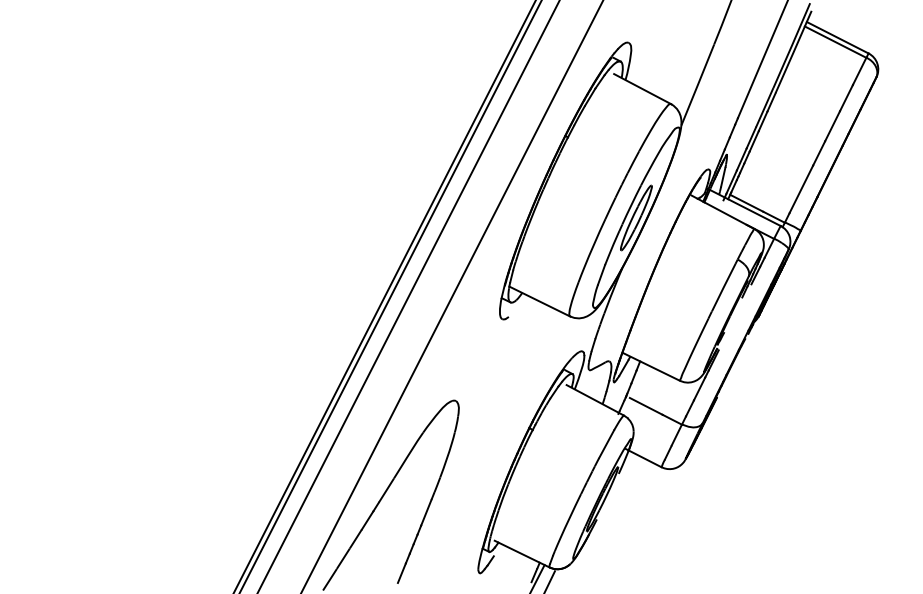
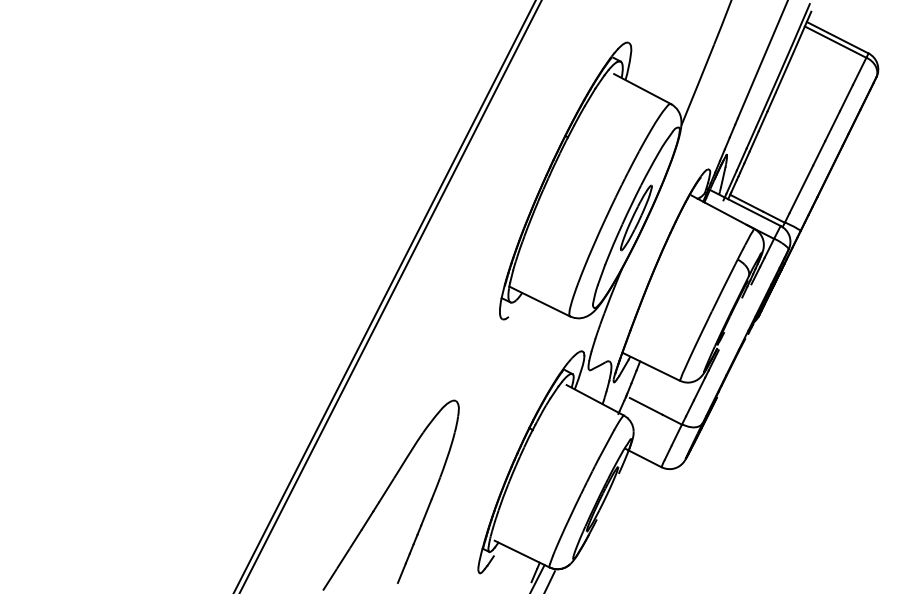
line at (408, 296): present -> none
line at (452, 296): present -> none
